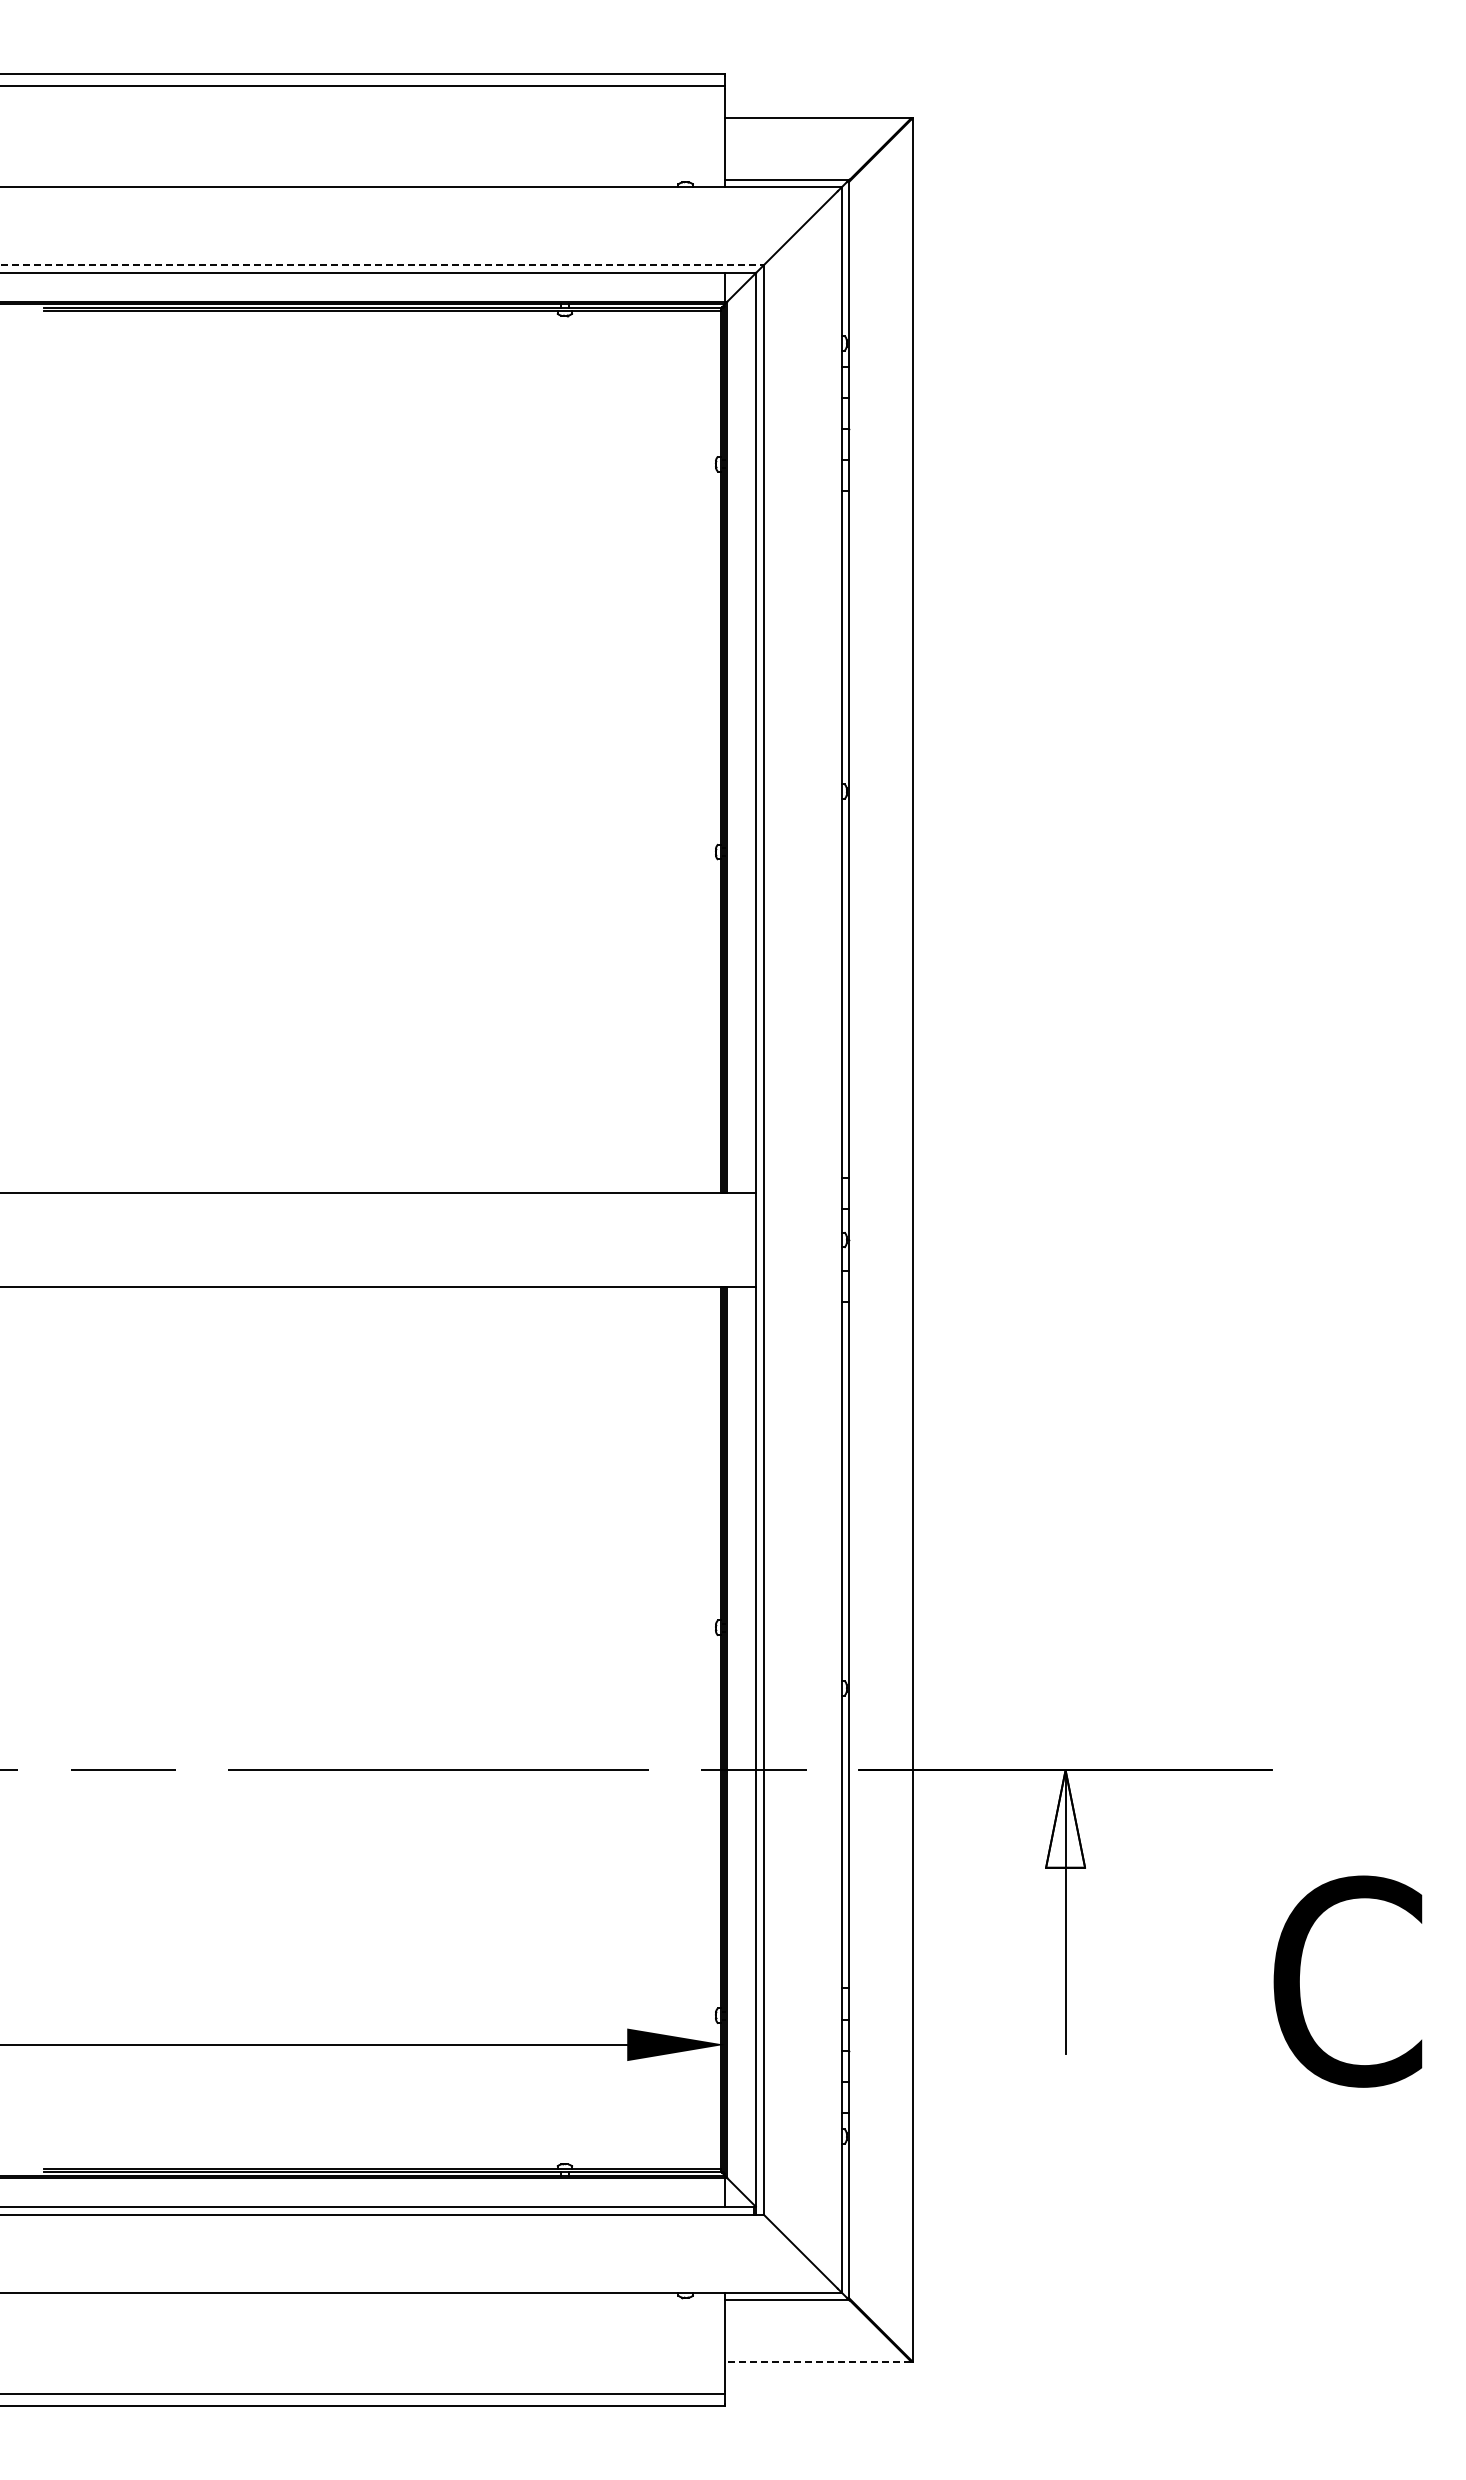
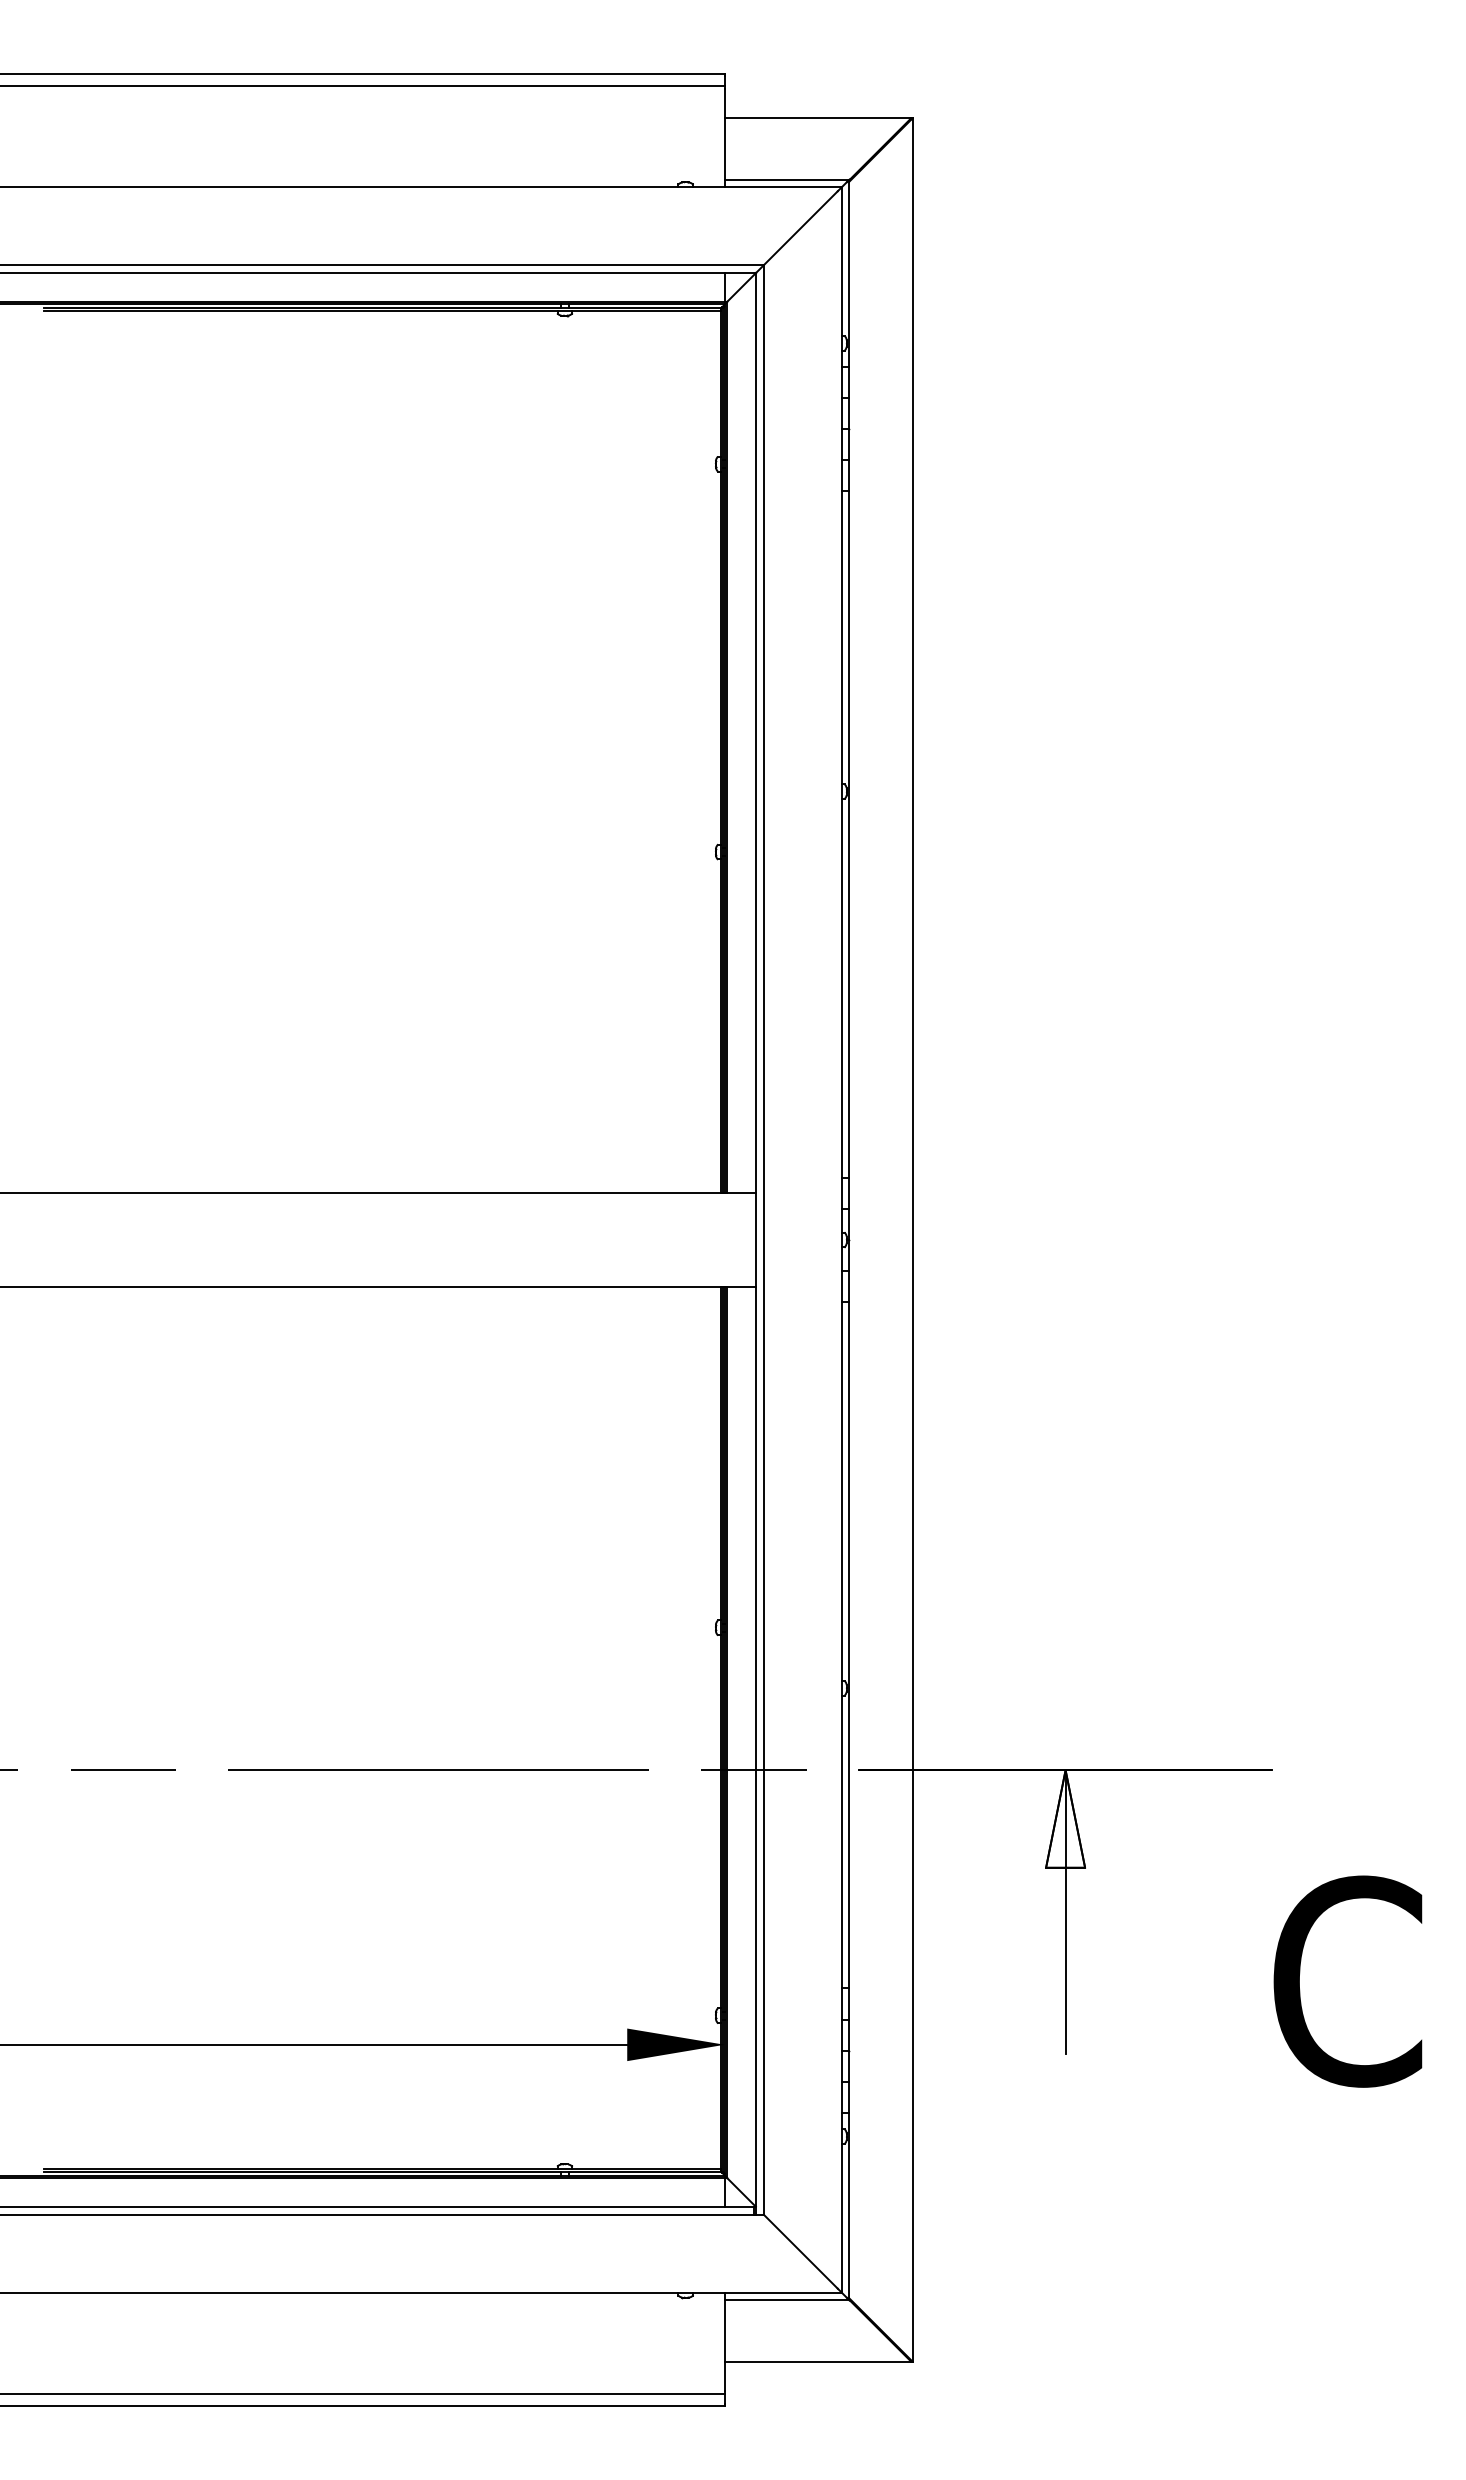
line at (382, 265): dashed -> solid
line at (817, 2361): dashed -> solid
